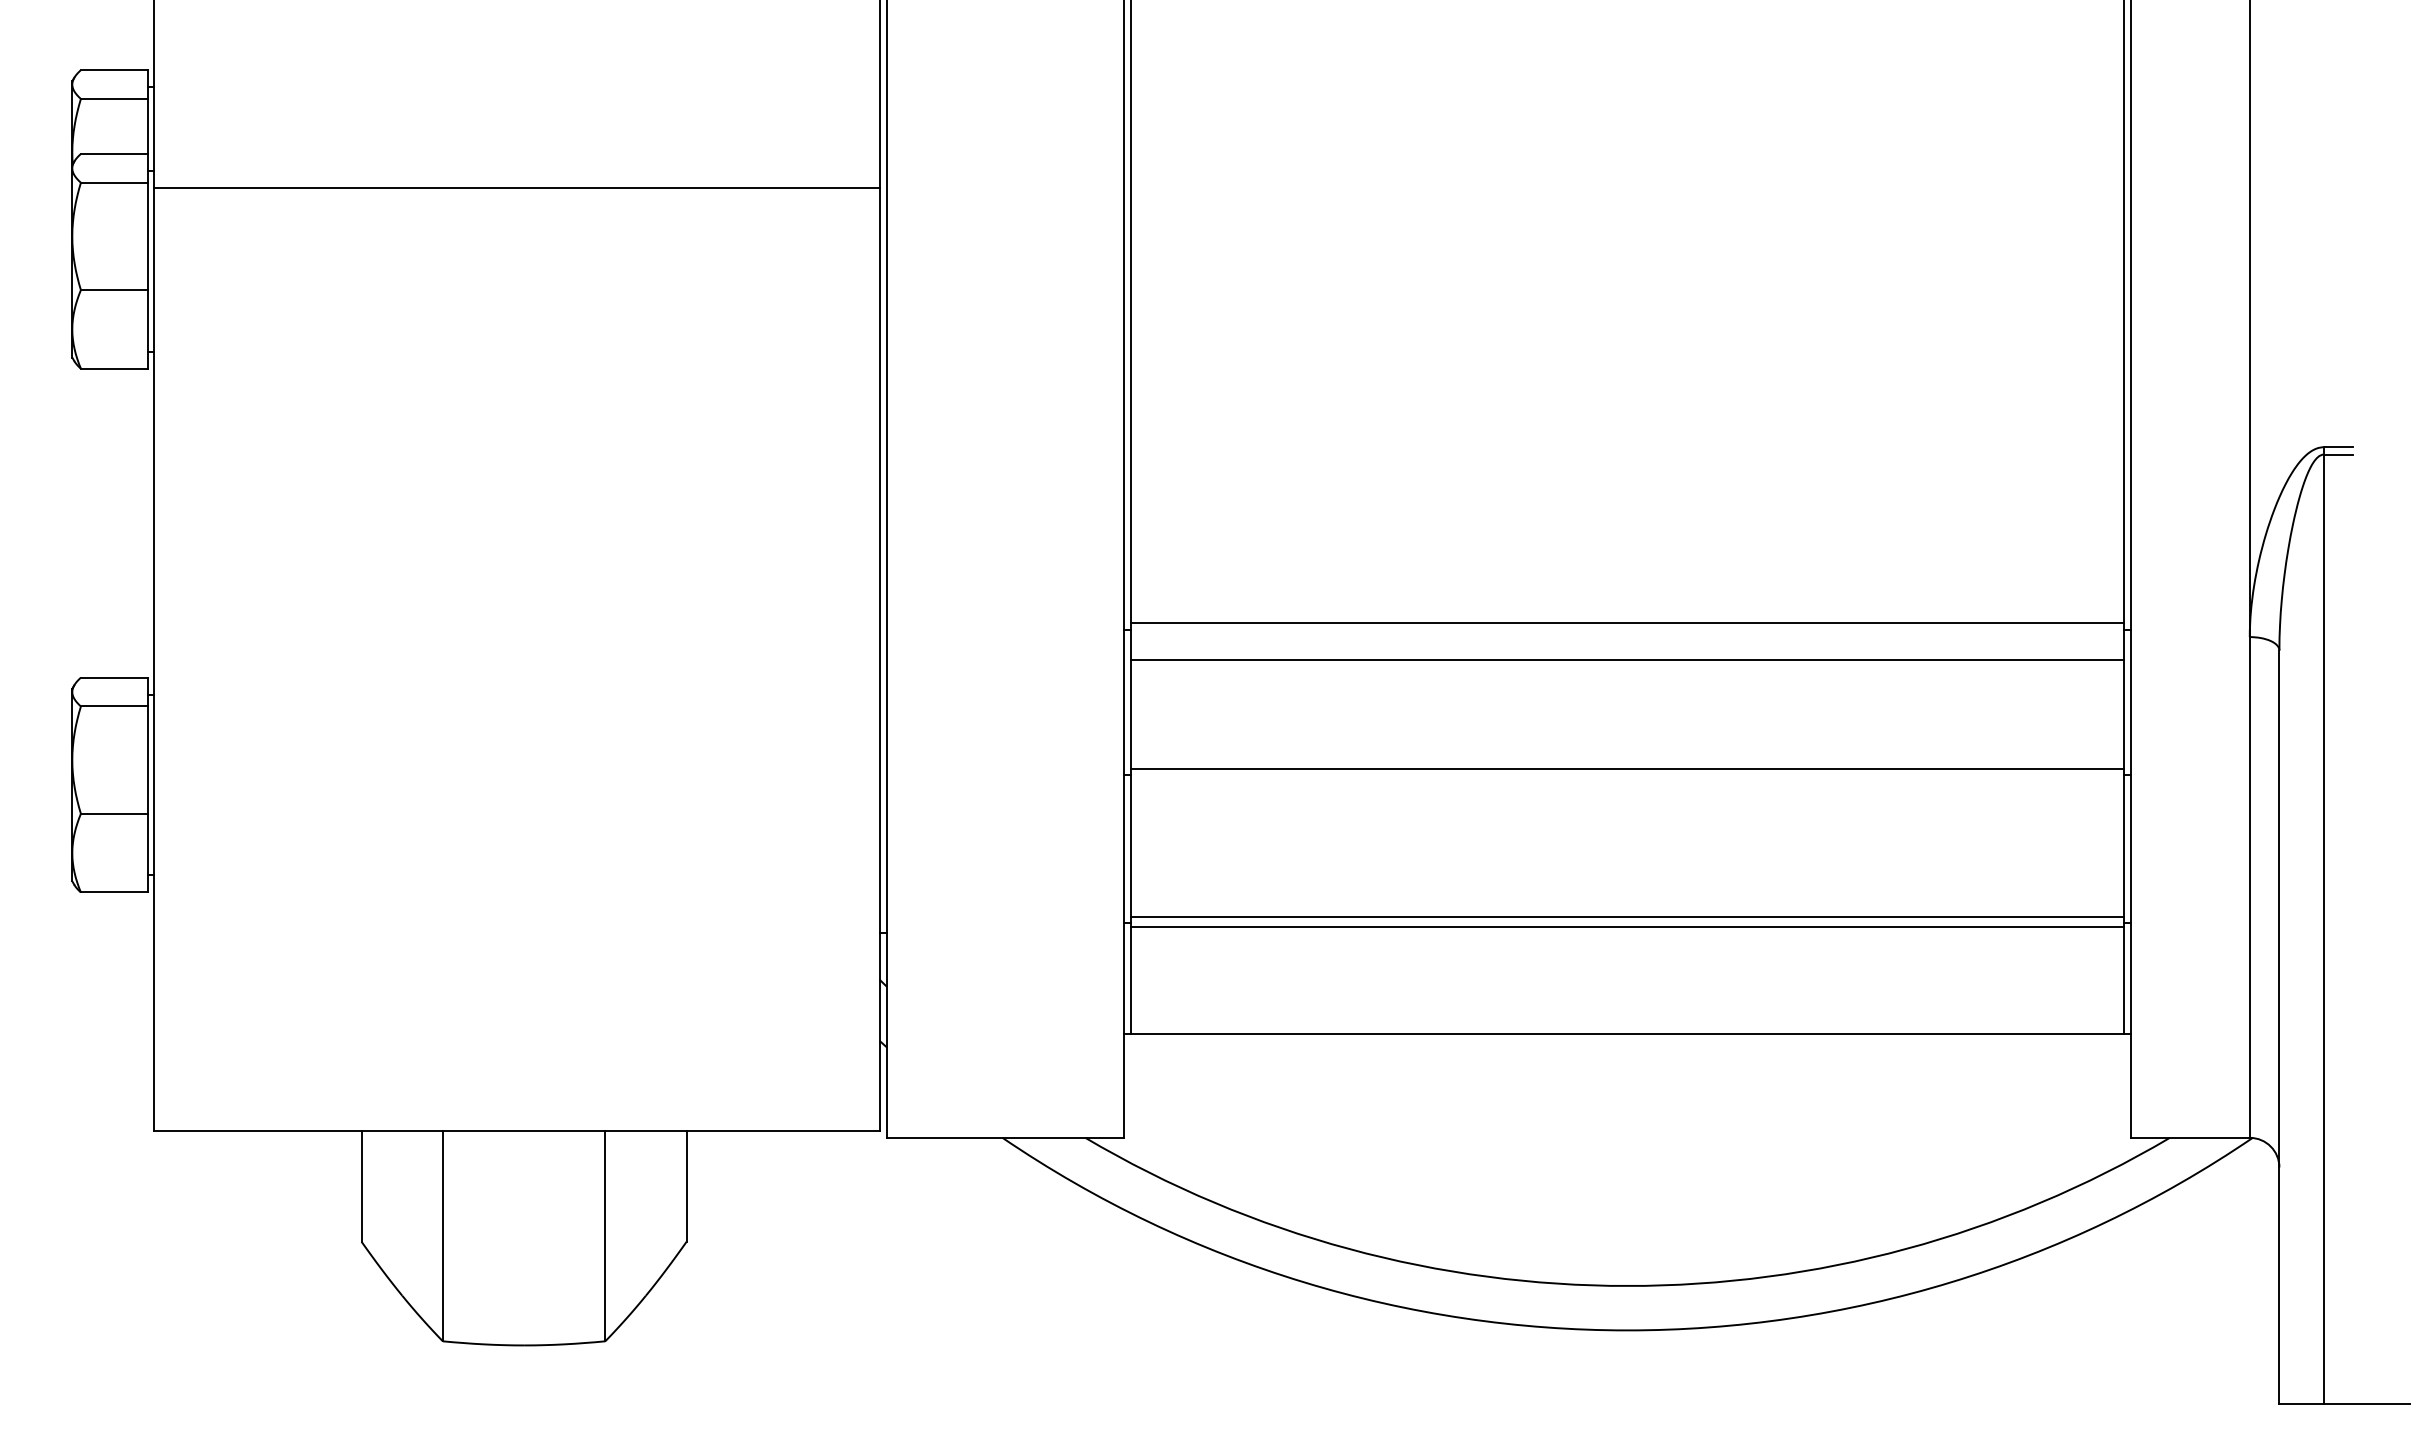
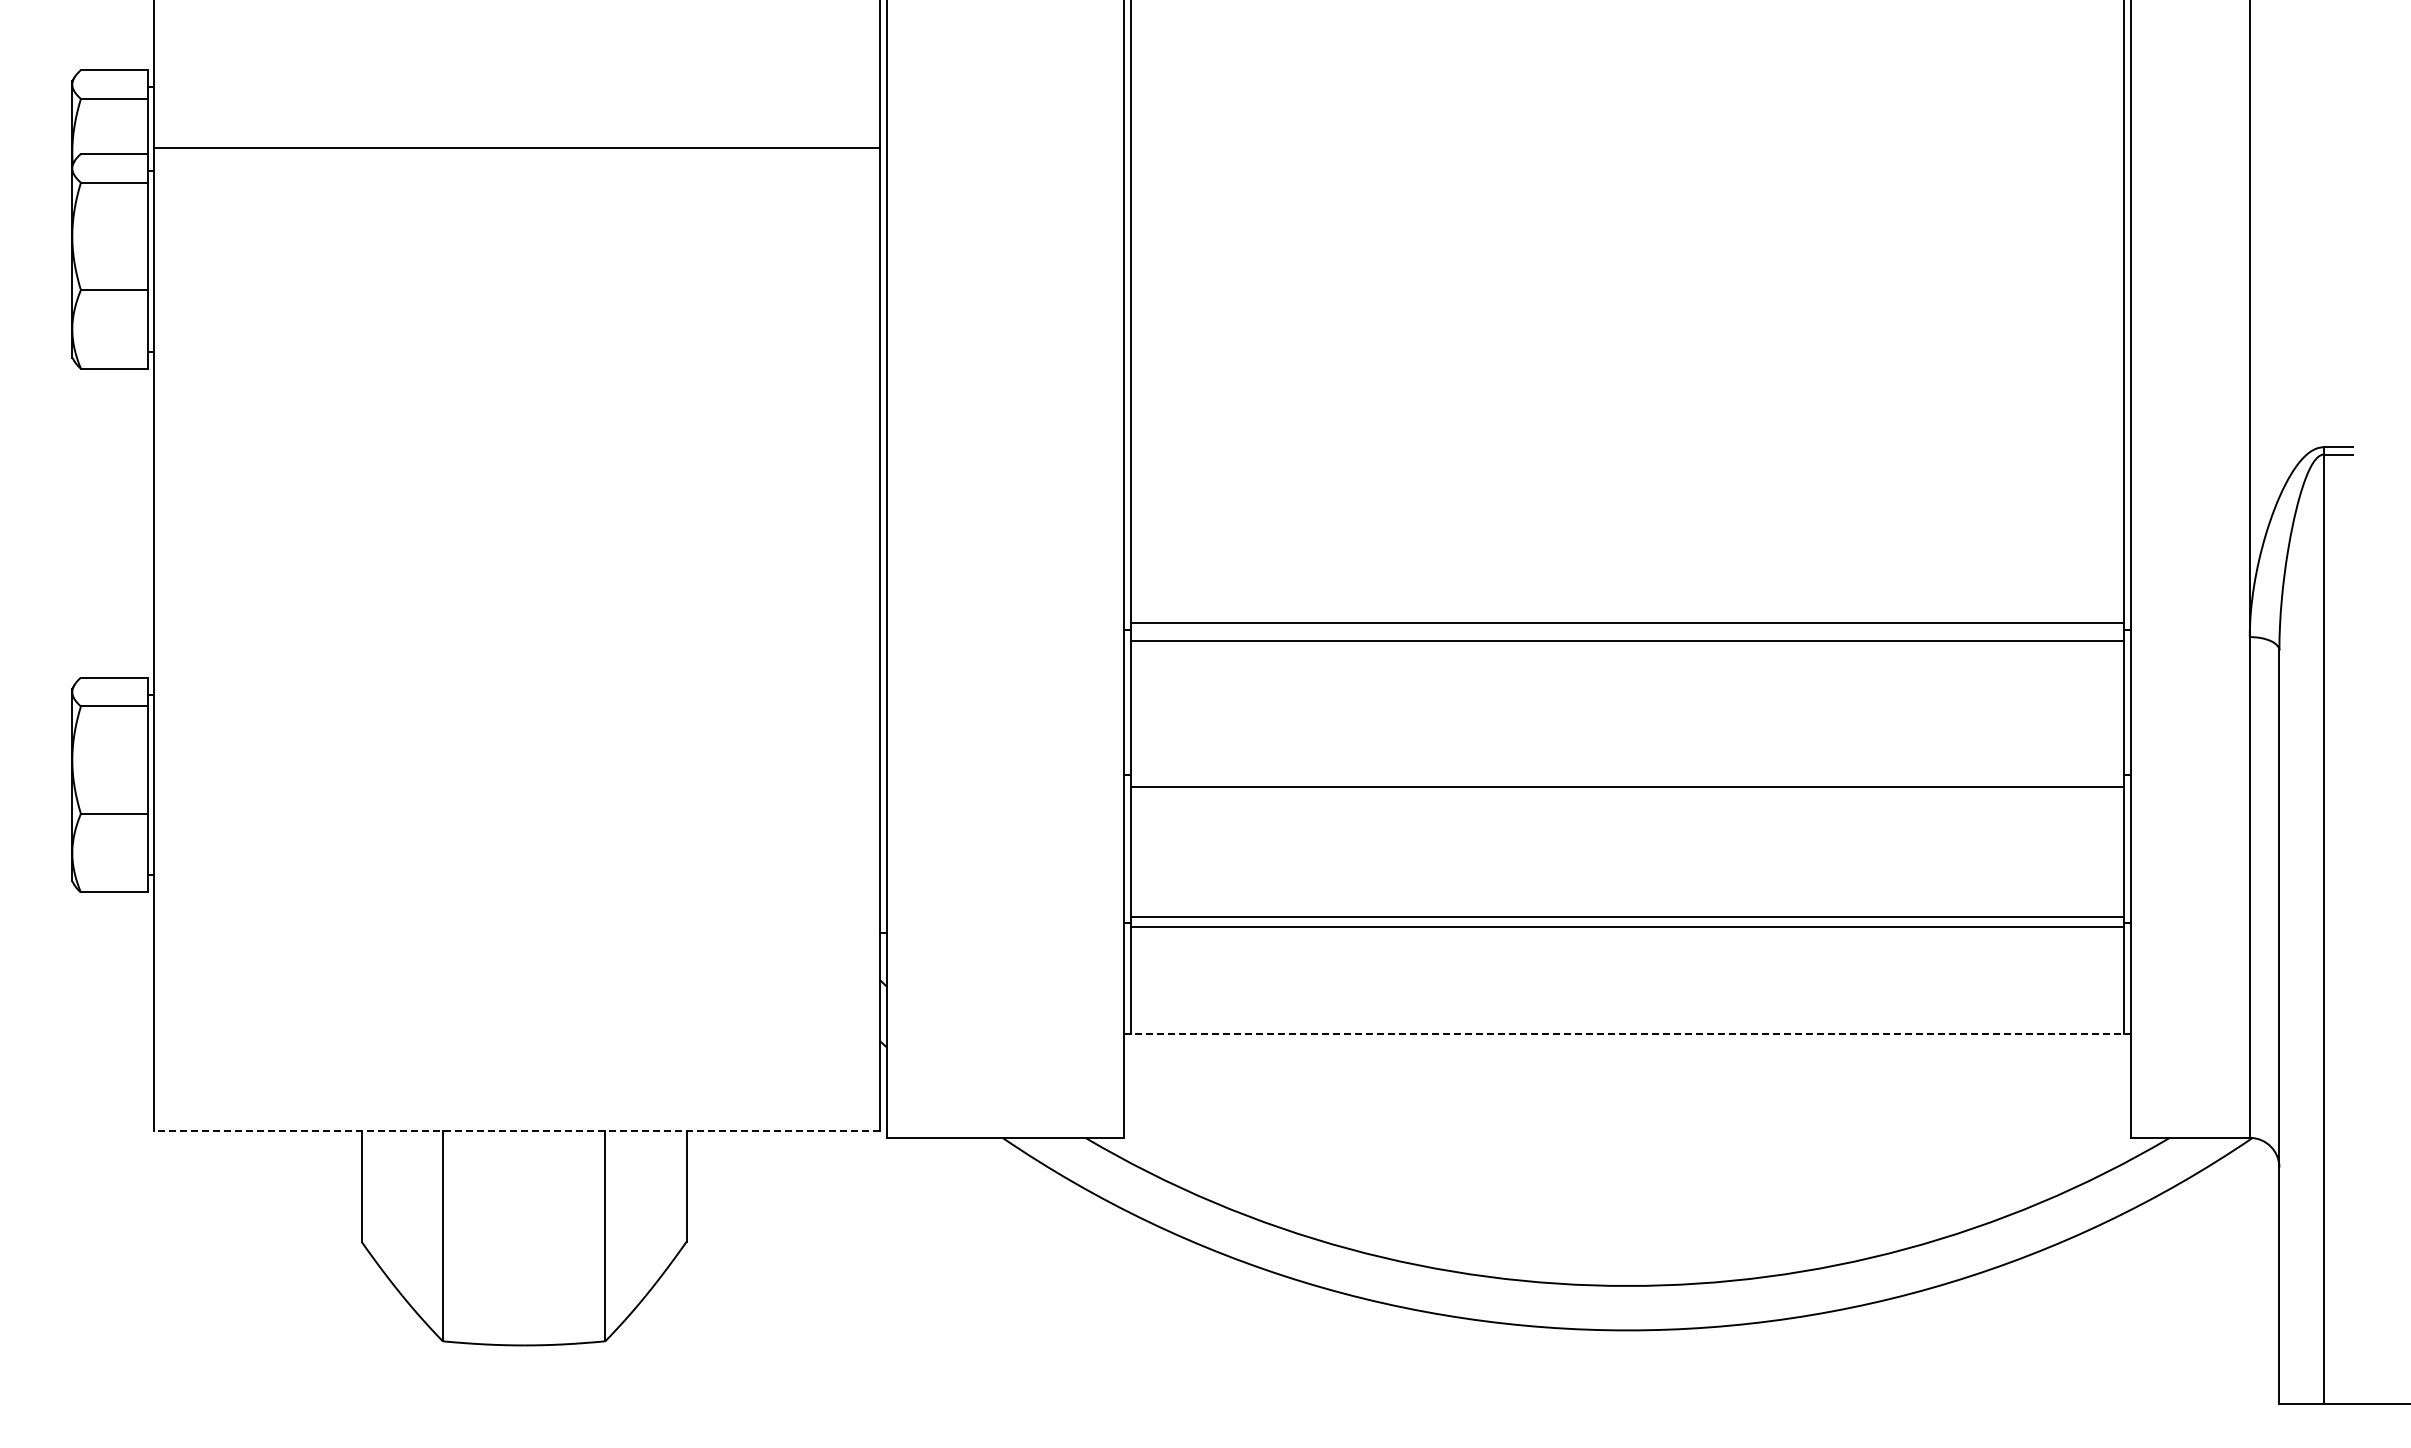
line at (516, 188) position: (516, 188) -> (516, 148)
line at (1627, 659) position: (1627, 659) -> (1627, 640)
line at (1627, 769) position: (1627, 769) -> (1627, 787)
line at (1627, 1034): solid -> dashed
line at (516, 1130): solid -> dashed
